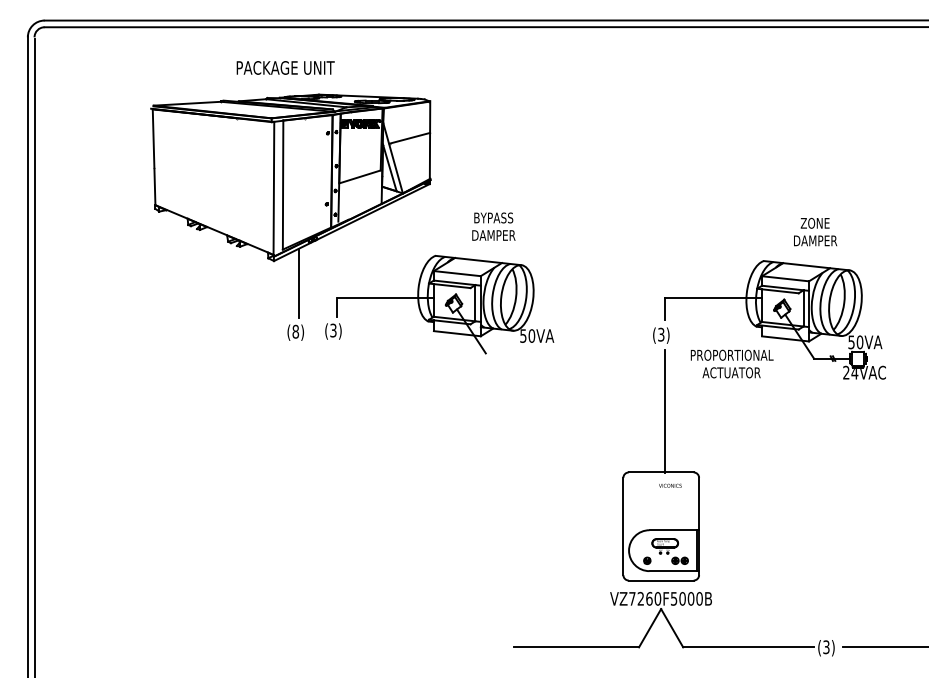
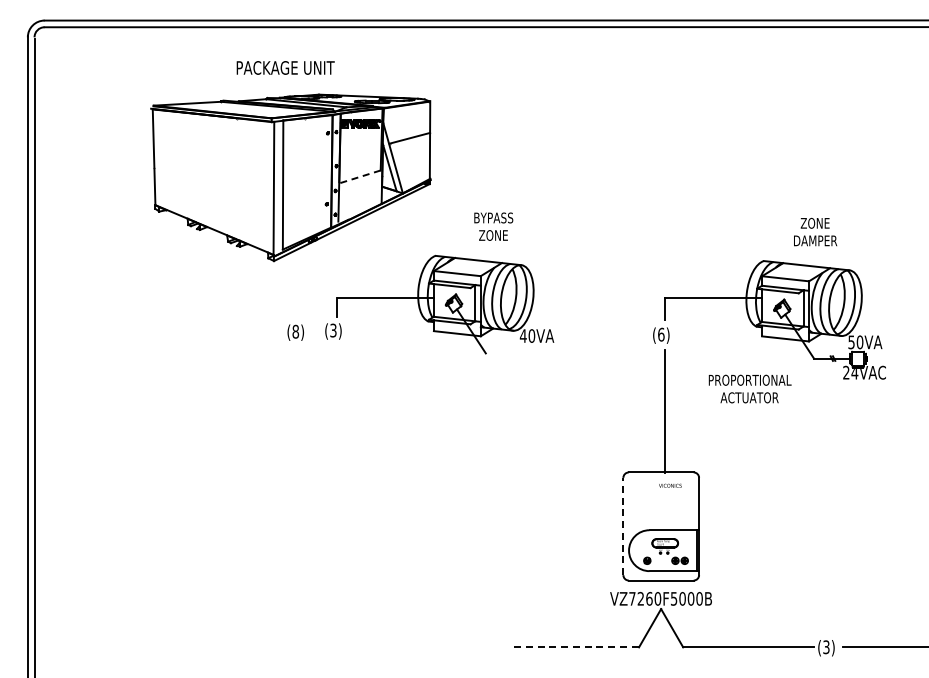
line at (359, 176): solid -> dashed
text at (493, 235): DAMPER -> ZONE
line at (299, 283): present -> none
text at (661, 334): (3) -> (6)
text at (522, 335): 50VA -> 40VA
text at (731, 363) position: (731, 363) -> (749, 388)
line at (623, 526): solid -> dashed
line at (577, 647): solid -> dashed
